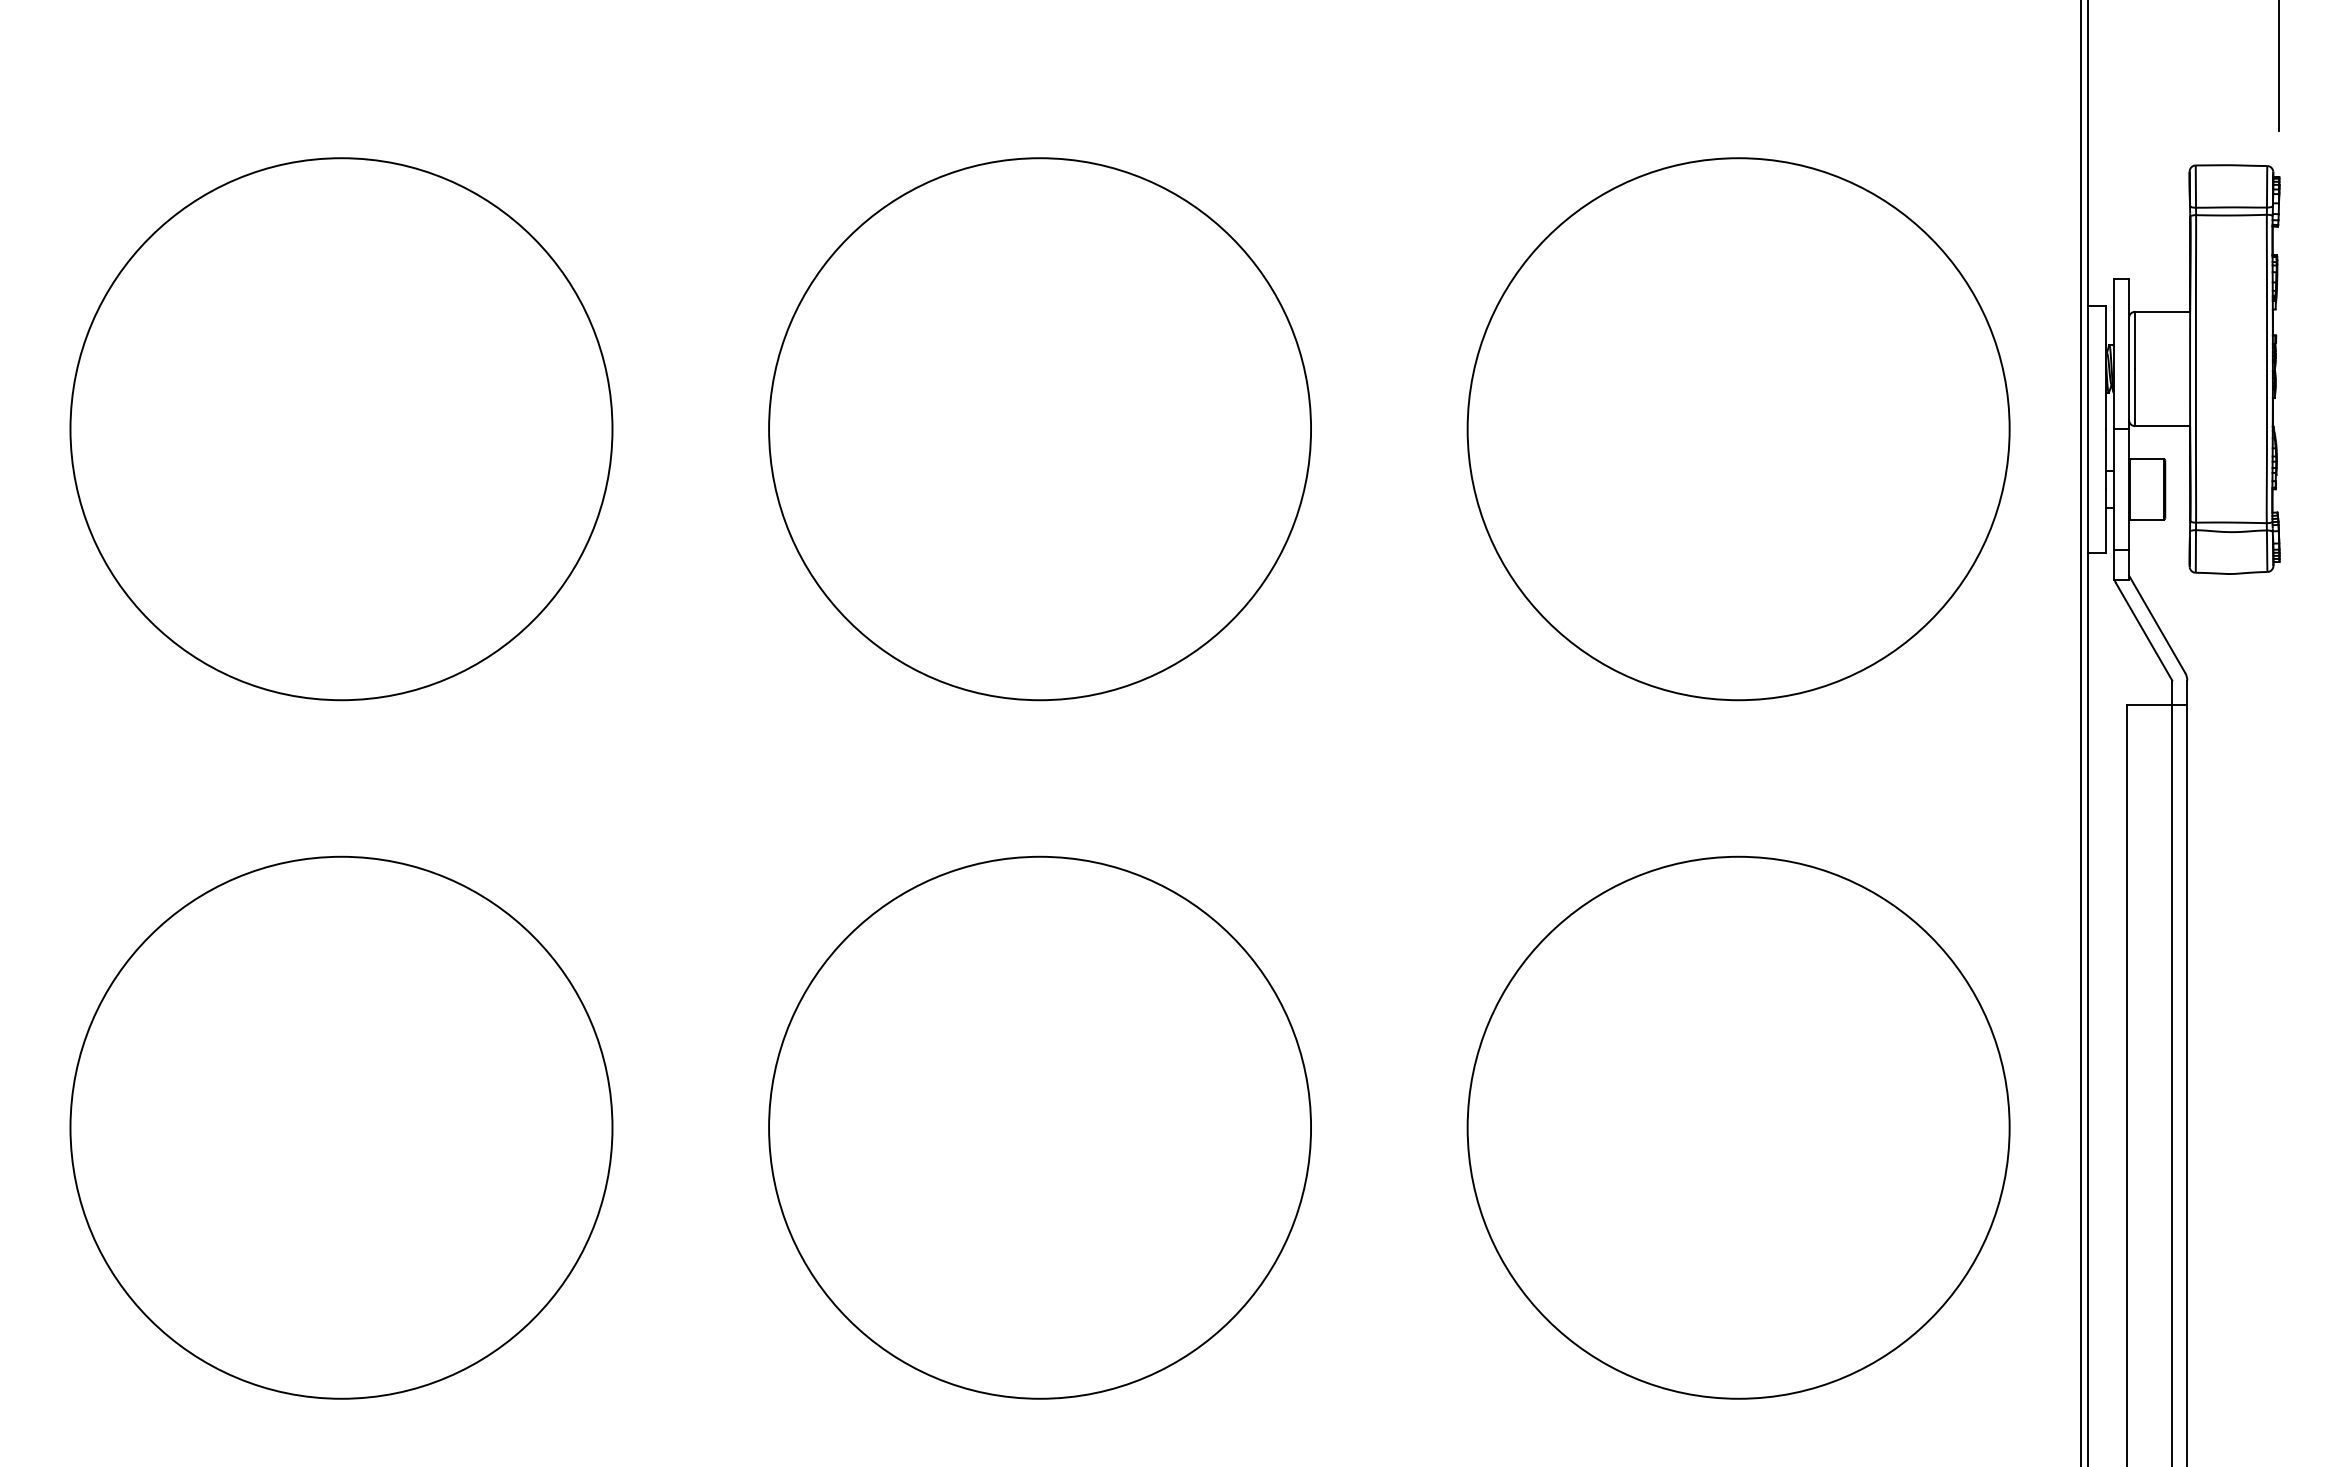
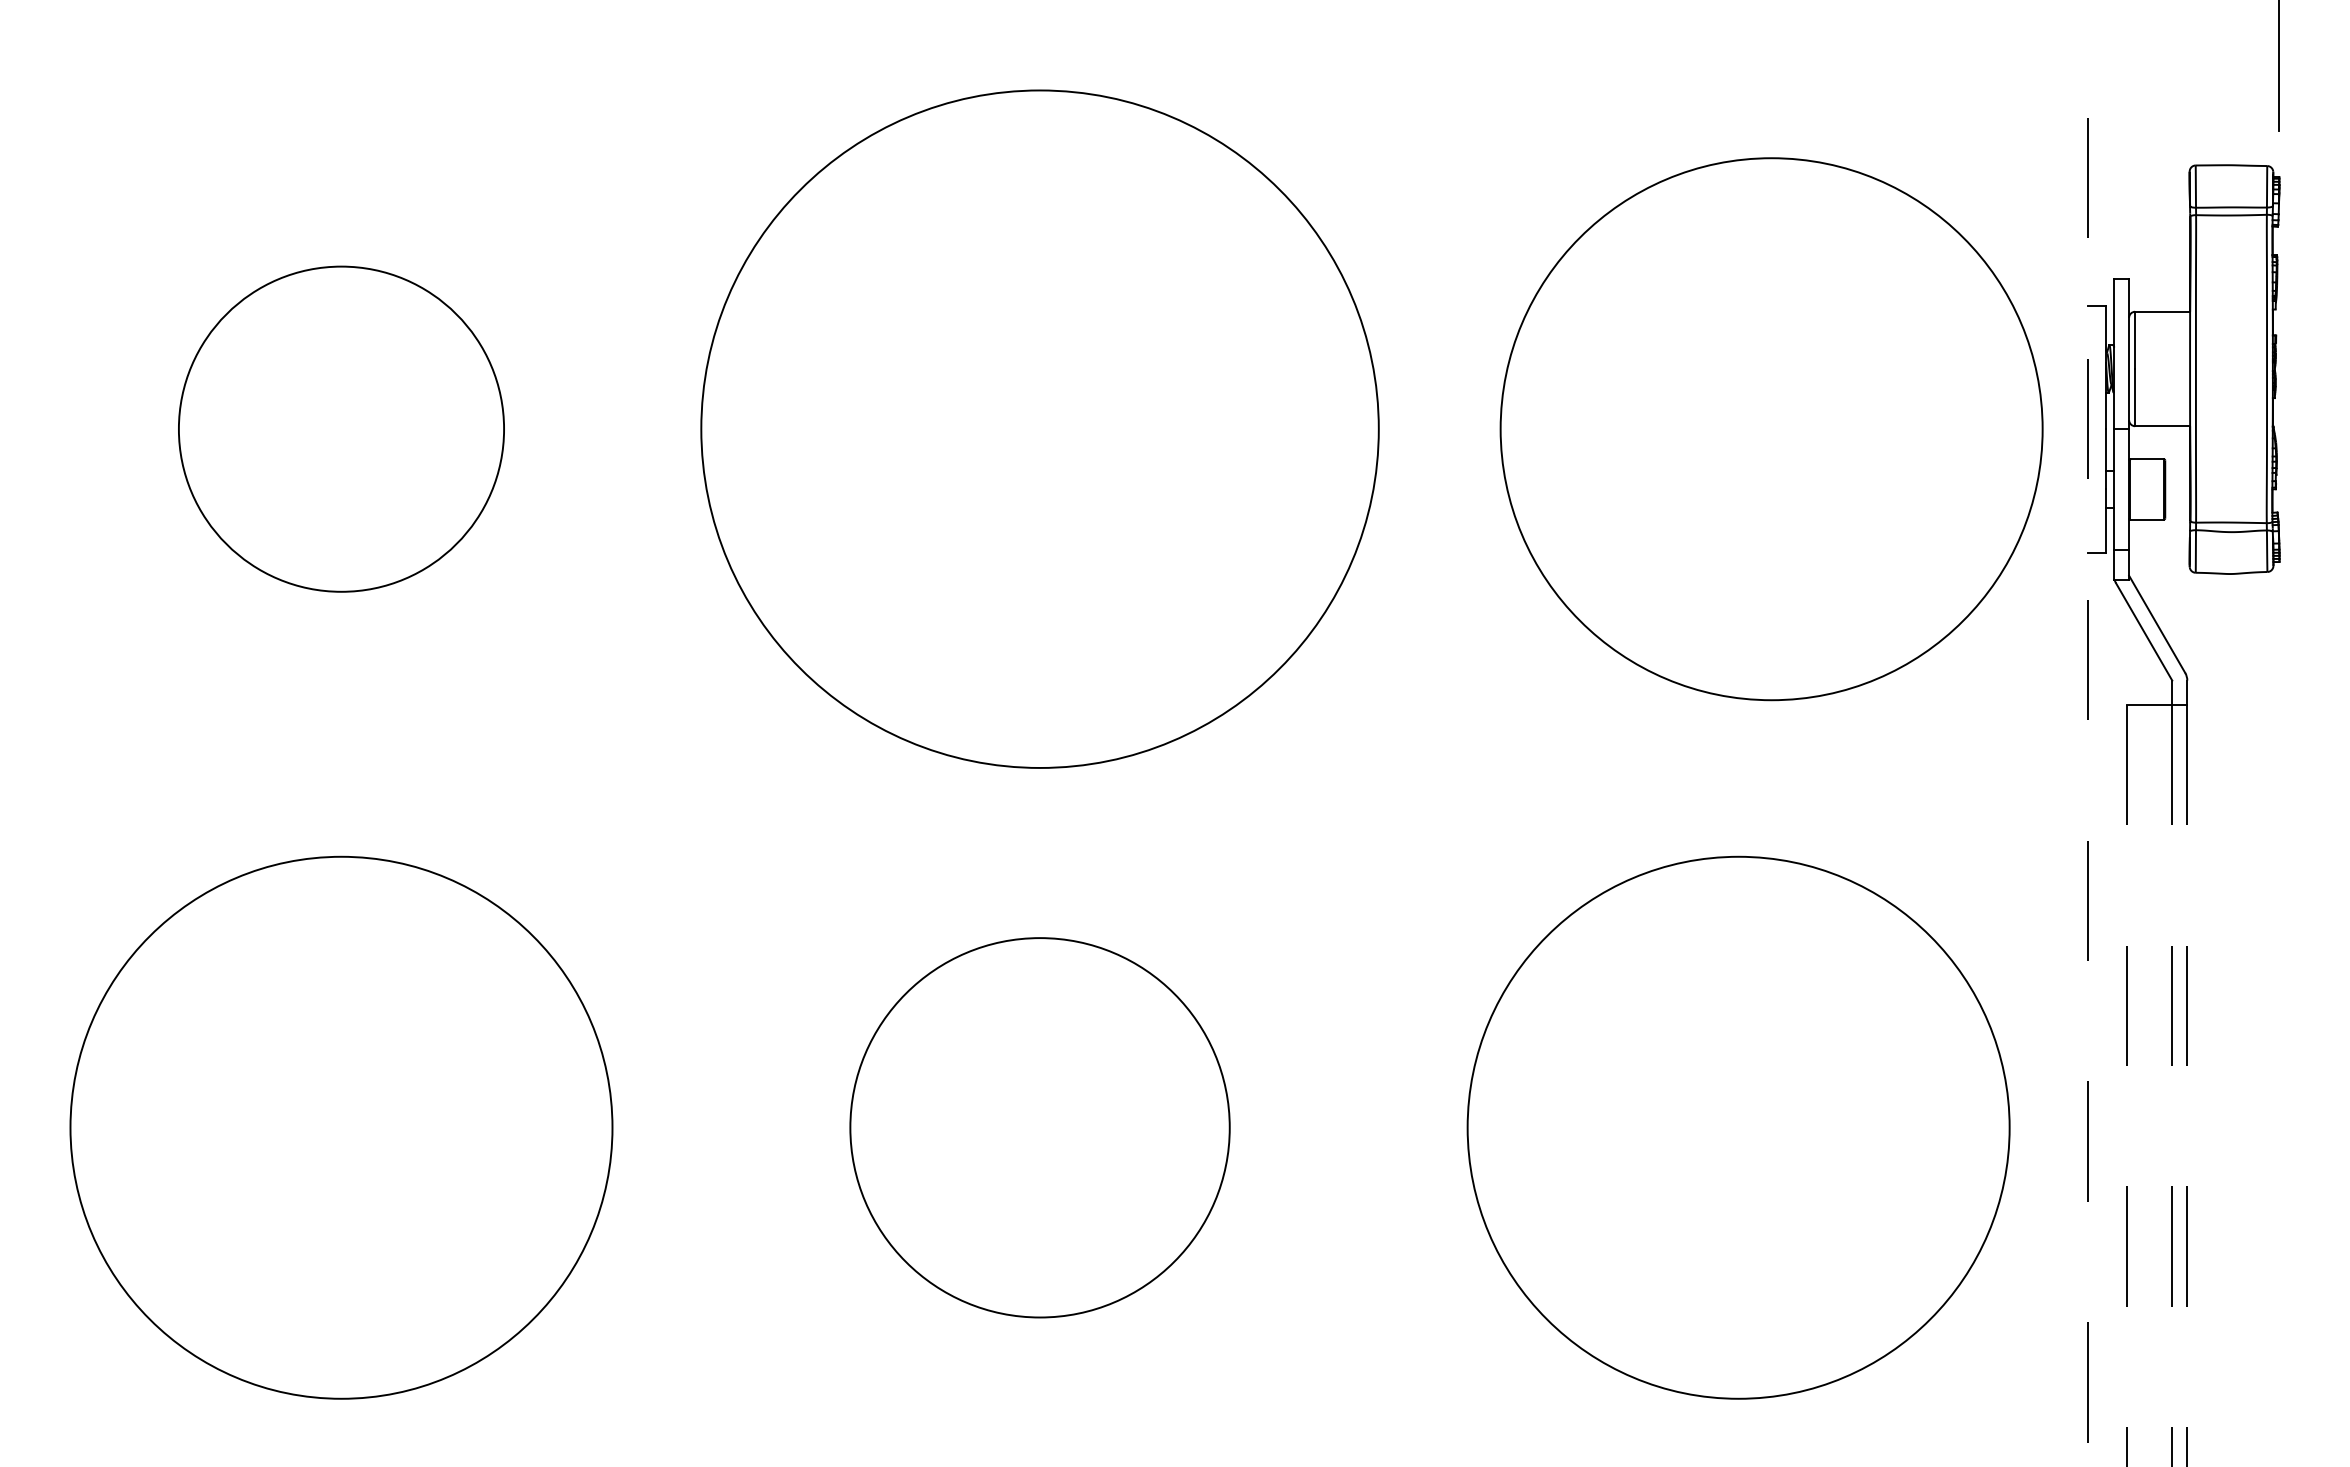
circle at (341, 429) diameter: 542 px -> 325 px
circle at (1040, 429) diameter: 542 px -> 677 px
circle at (1738, 429) position: (1738, 429) -> (1771, 429)
line at (2080, 732): present -> none
line at (2087, 733): solid -> dashed
line at (2127, 1085): solid -> dashed
line at (2172, 1085): solid -> dashed
line at (2187, 1085): solid -> dashed
circle at (1040, 1127) diameter: 542 px -> 379 px
